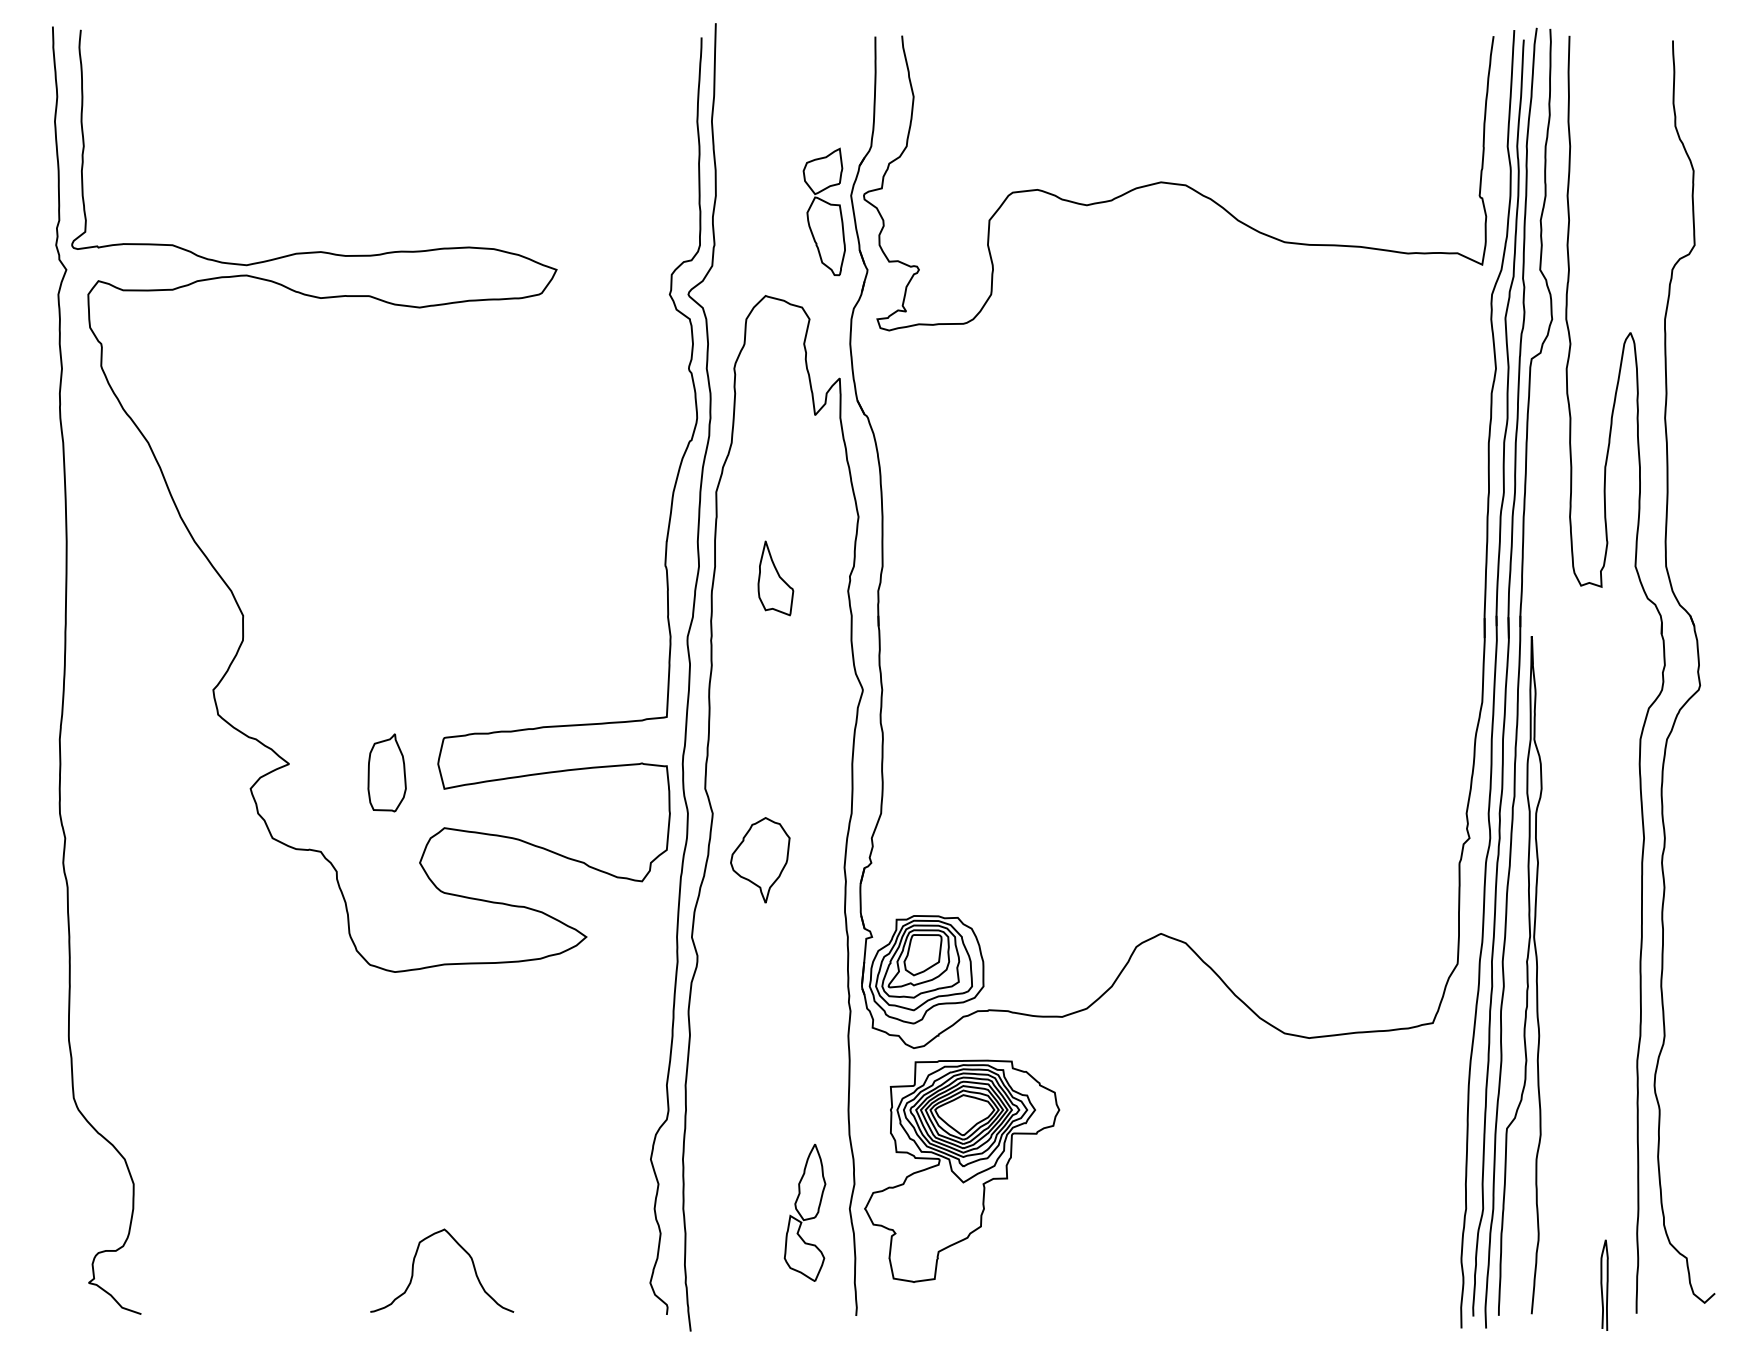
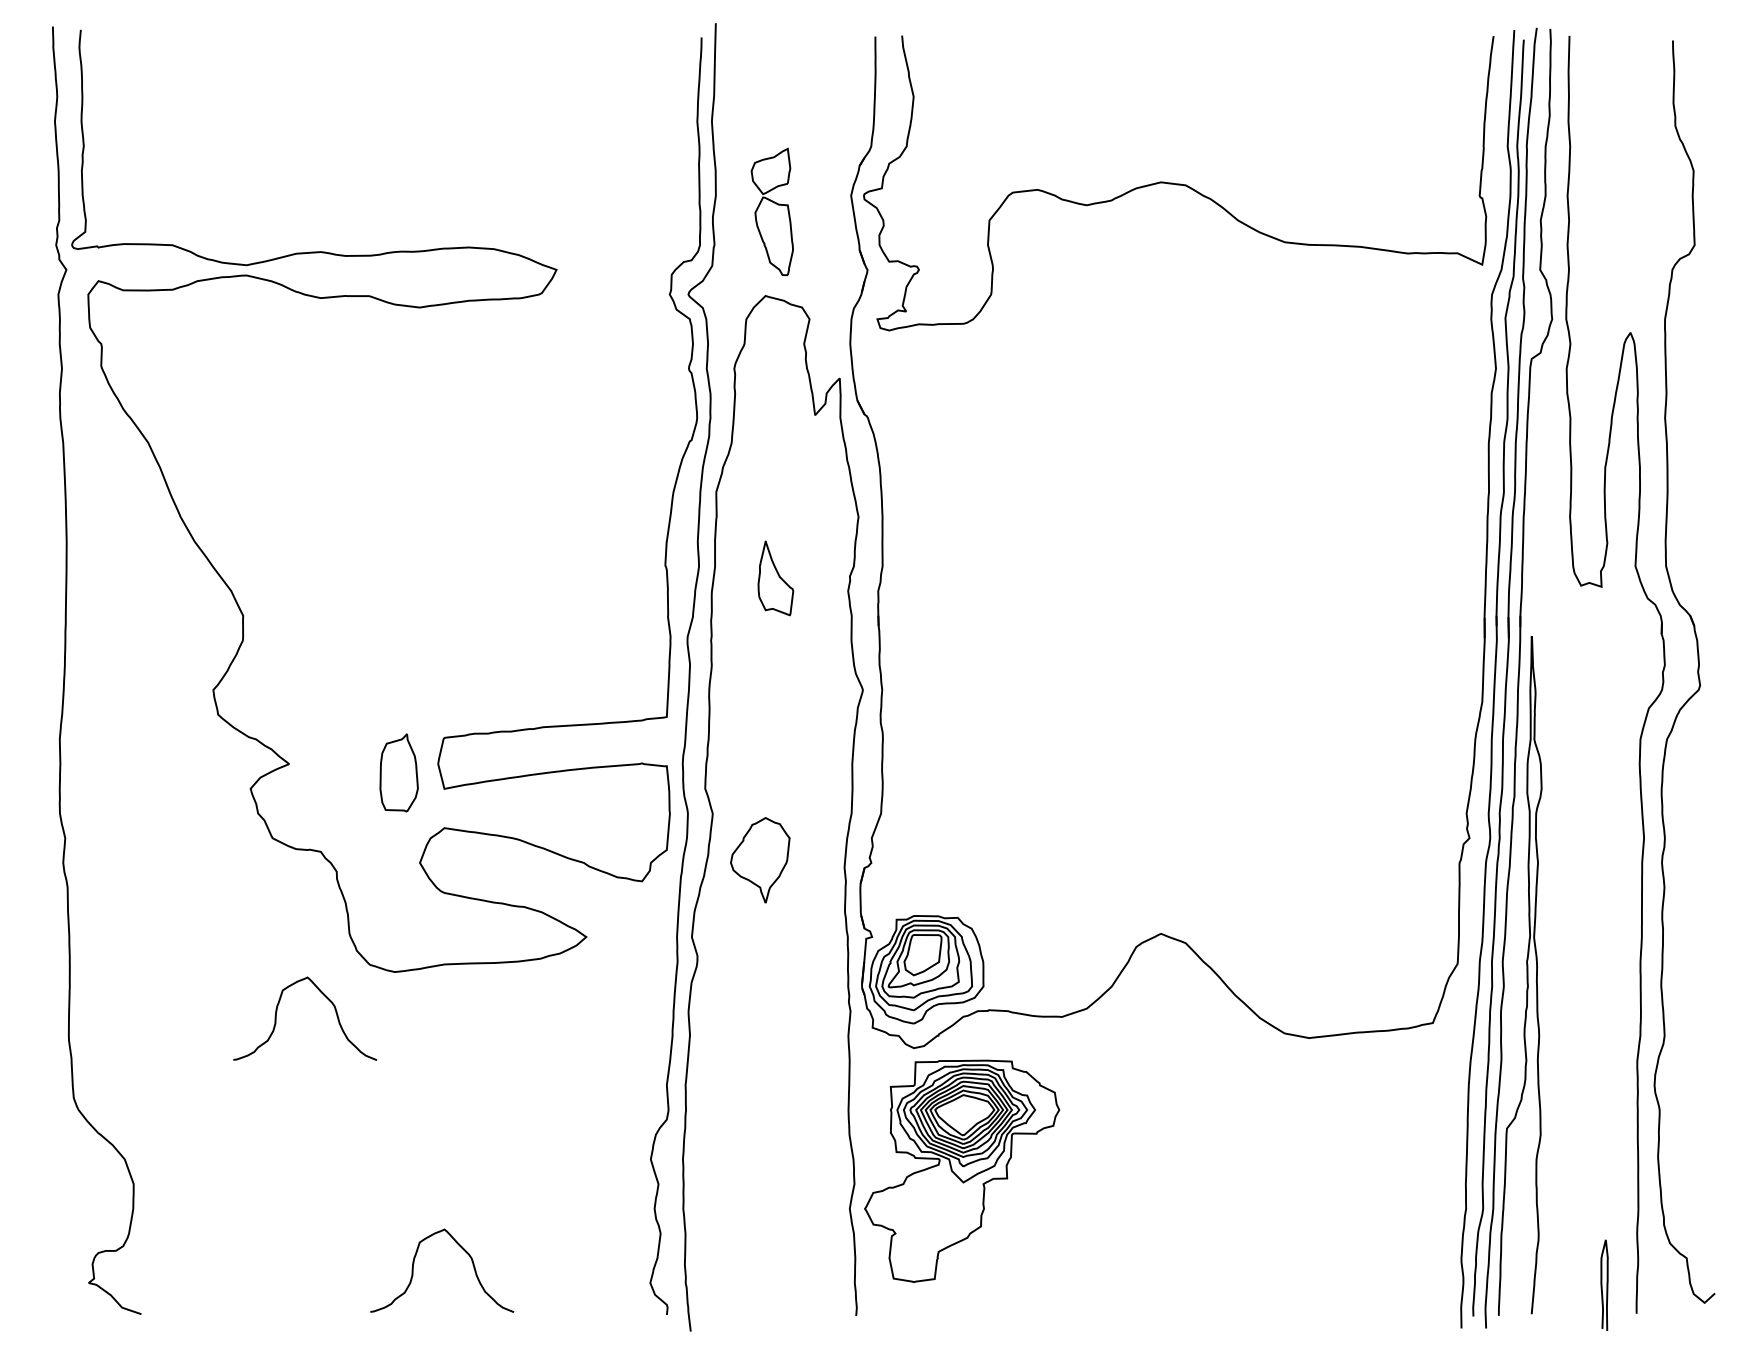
part at (823, 211) position: (823, 211) -> (771, 211)
part at (386, 772) position: (386, 772) -> (398, 772)
curve at (277, 1011): none -> present
part at (804, 1212): present -> none
